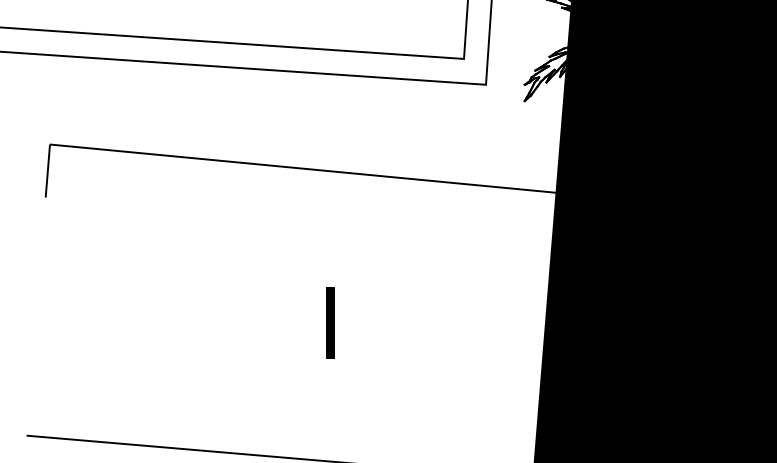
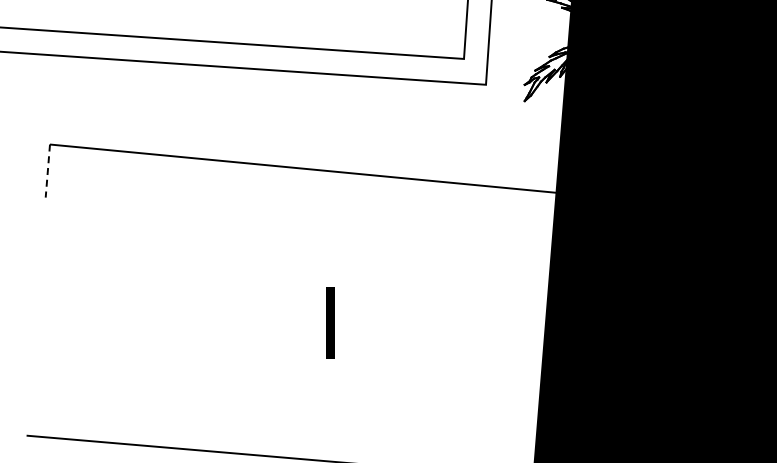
line at (47, 171): solid -> dashed
